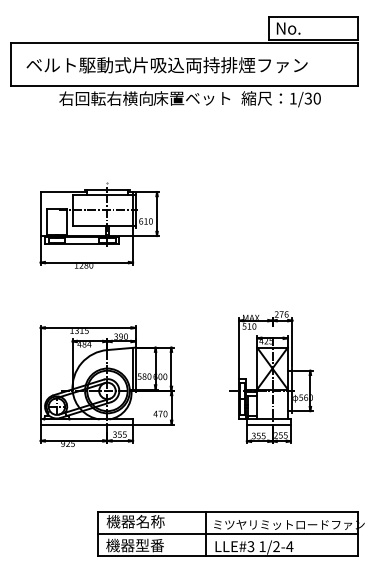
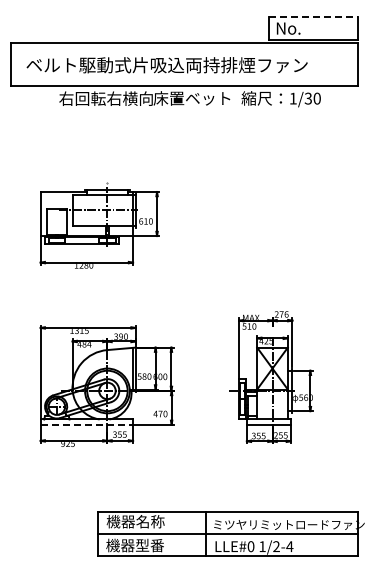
line at (313, 17): solid -> dashed
line at (87, 424): solid -> dashed
text at (250, 546): LLE#3 -> LLE#0
